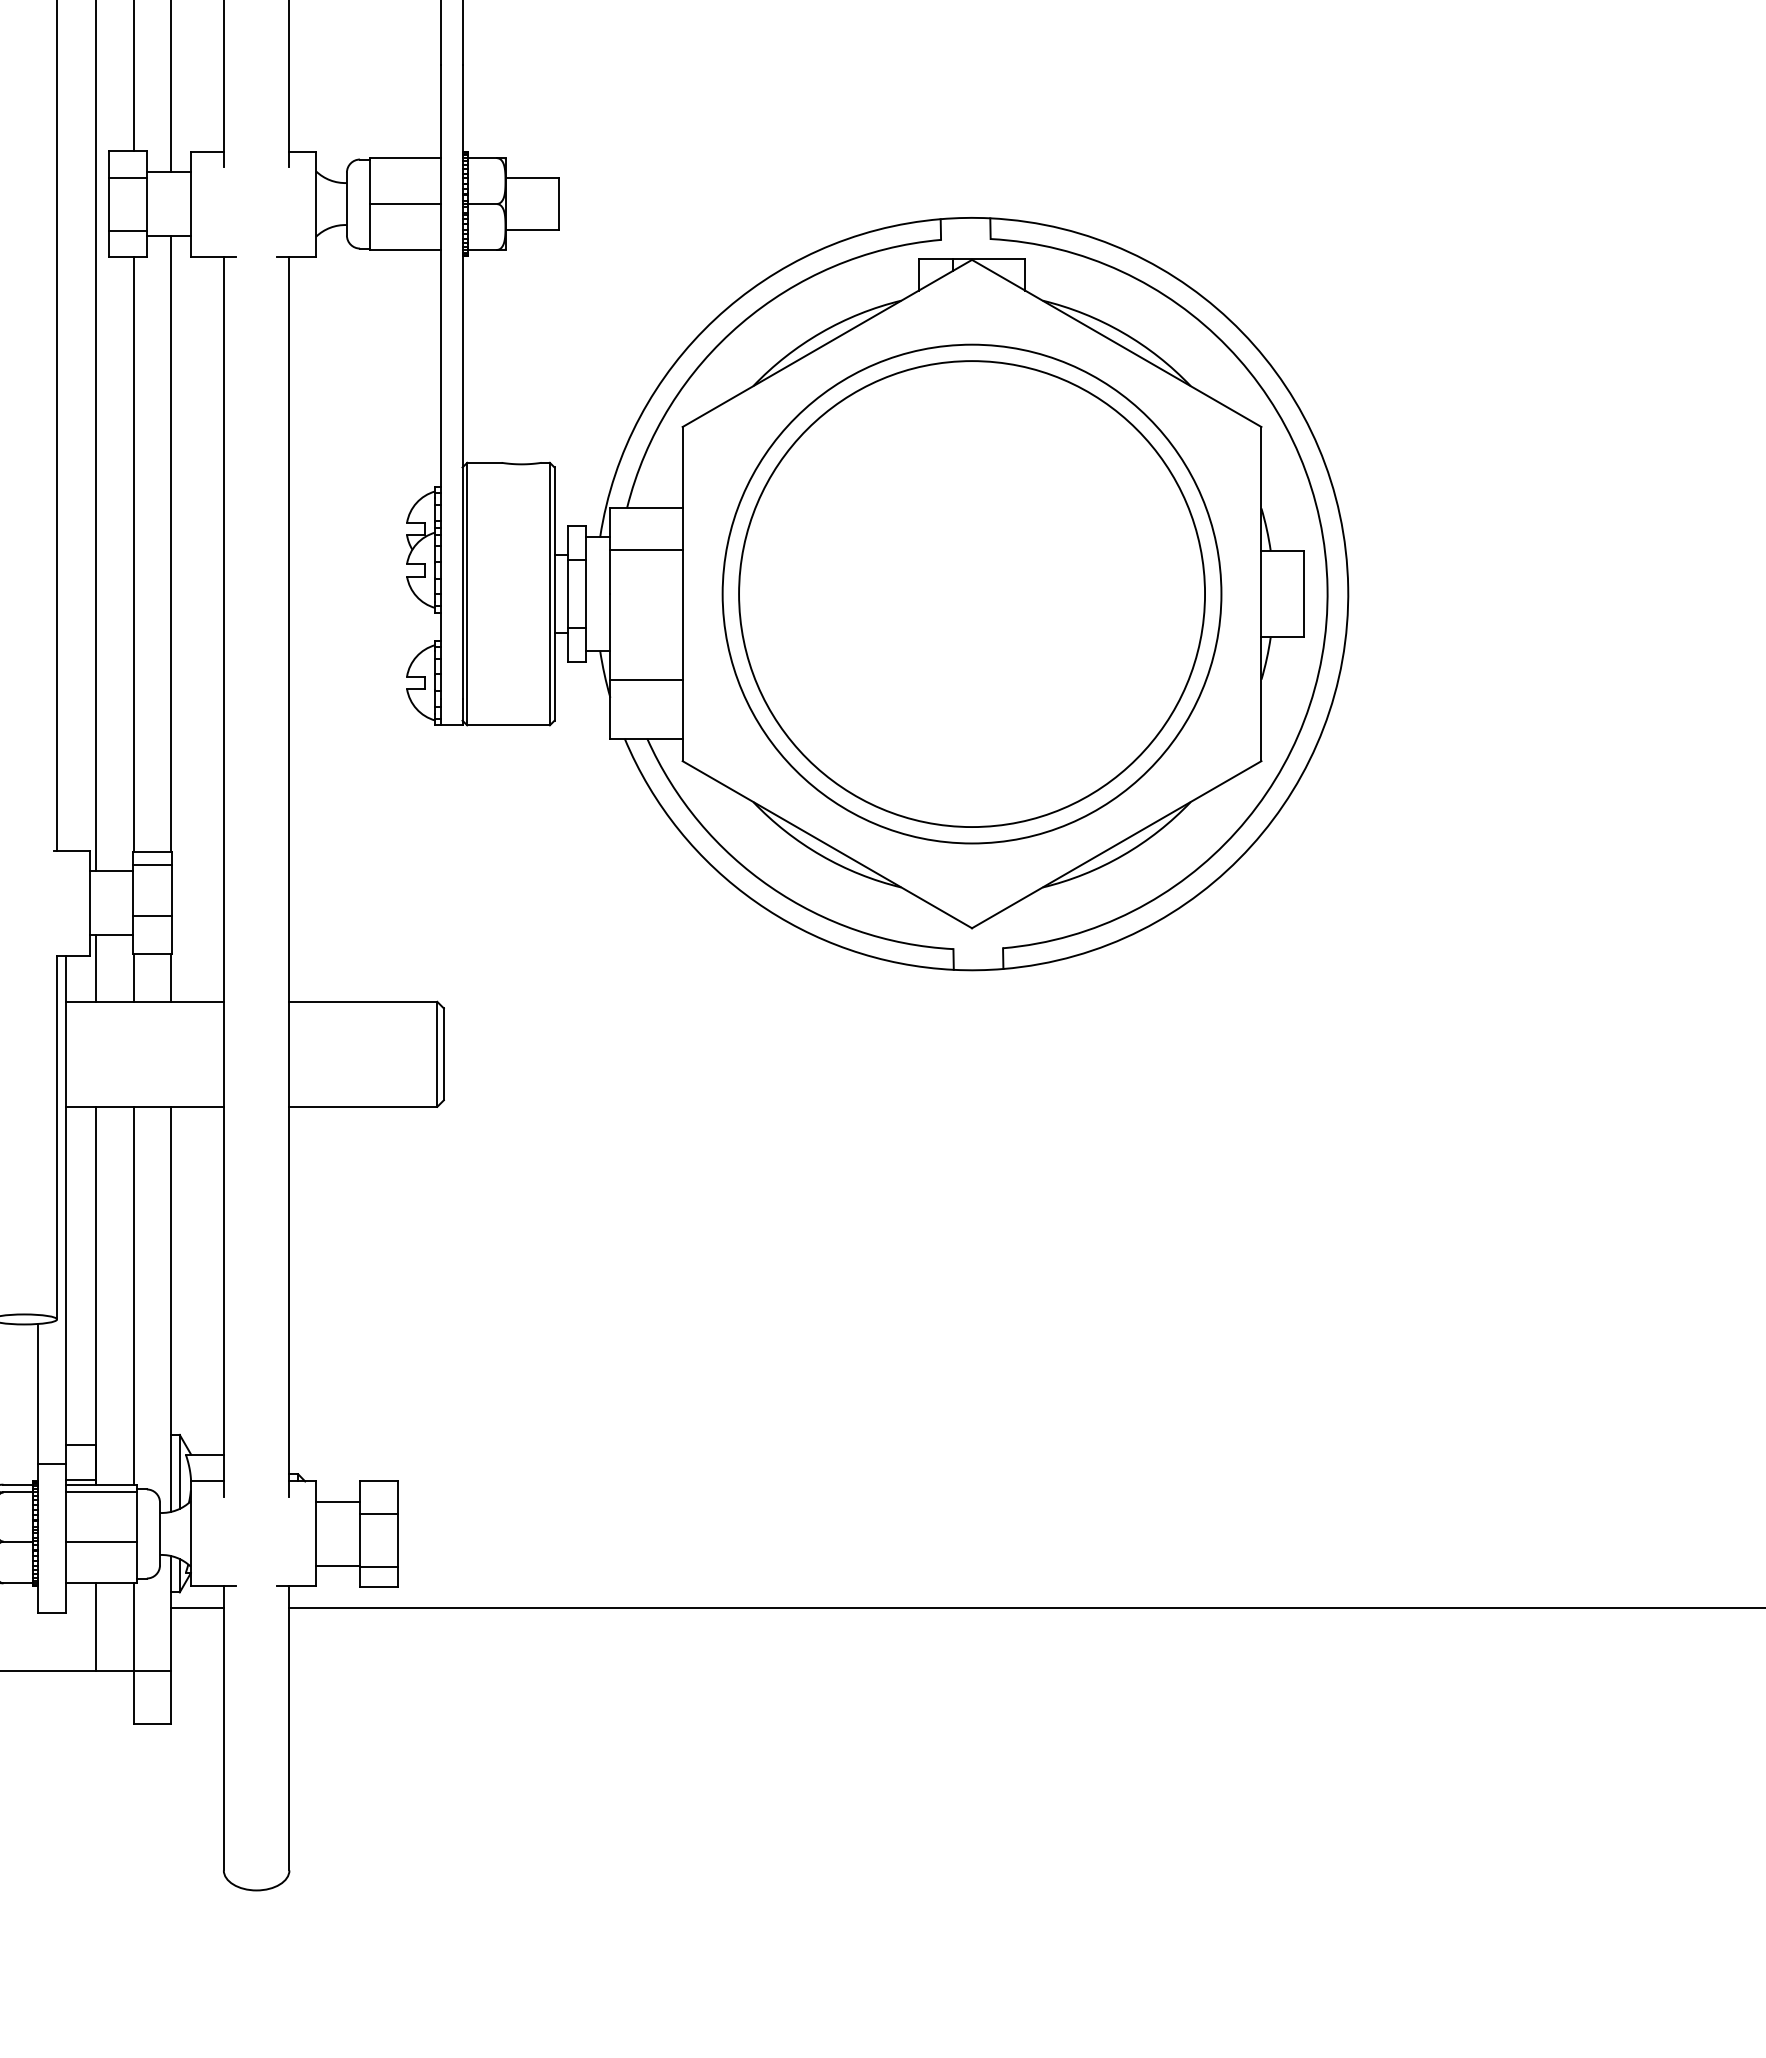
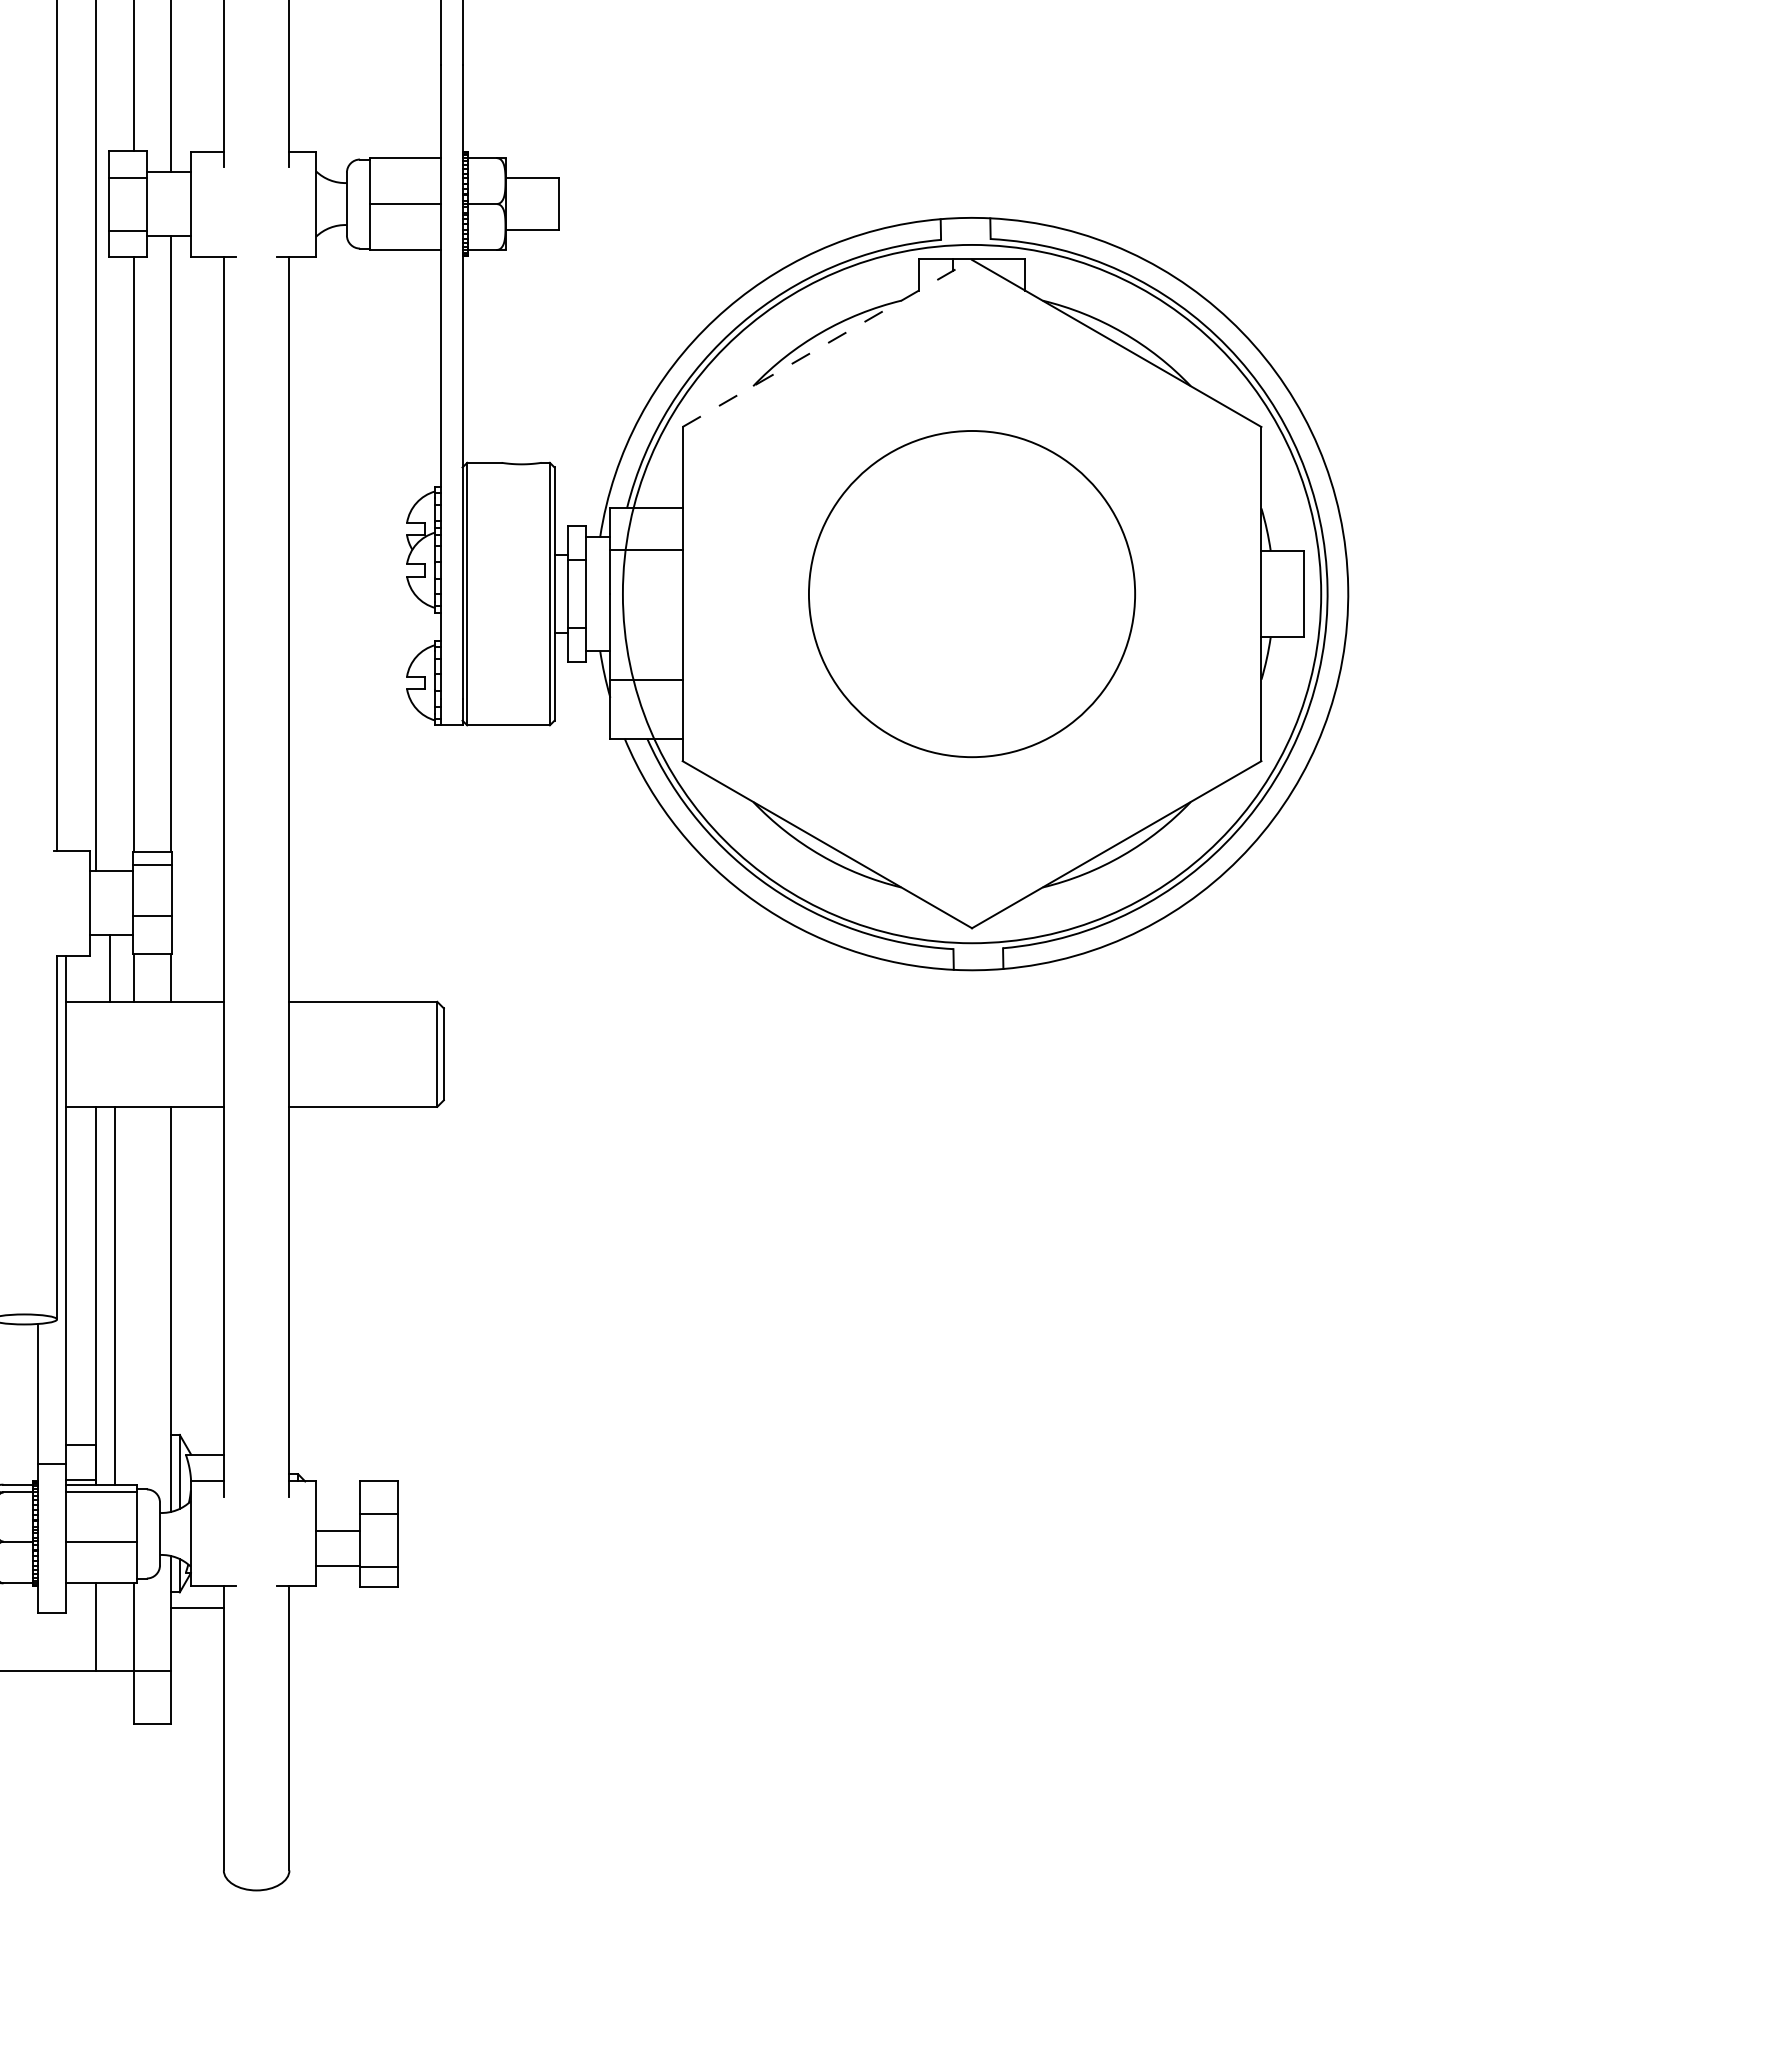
line at (827, 343): solid -> dashed
circle at (971, 593) diameter: 499 px -> 698 px
circle at (972, 594) diameter: 466 px -> 326 px
line at (96, 968) position: (96, 968) -> (110, 968)
line at (133, 1295) position: (133, 1295) -> (114, 1295)
line at (337, 1501) position: (337, 1501) -> (337, 1530)
line at (1025, 1608): present -> none
